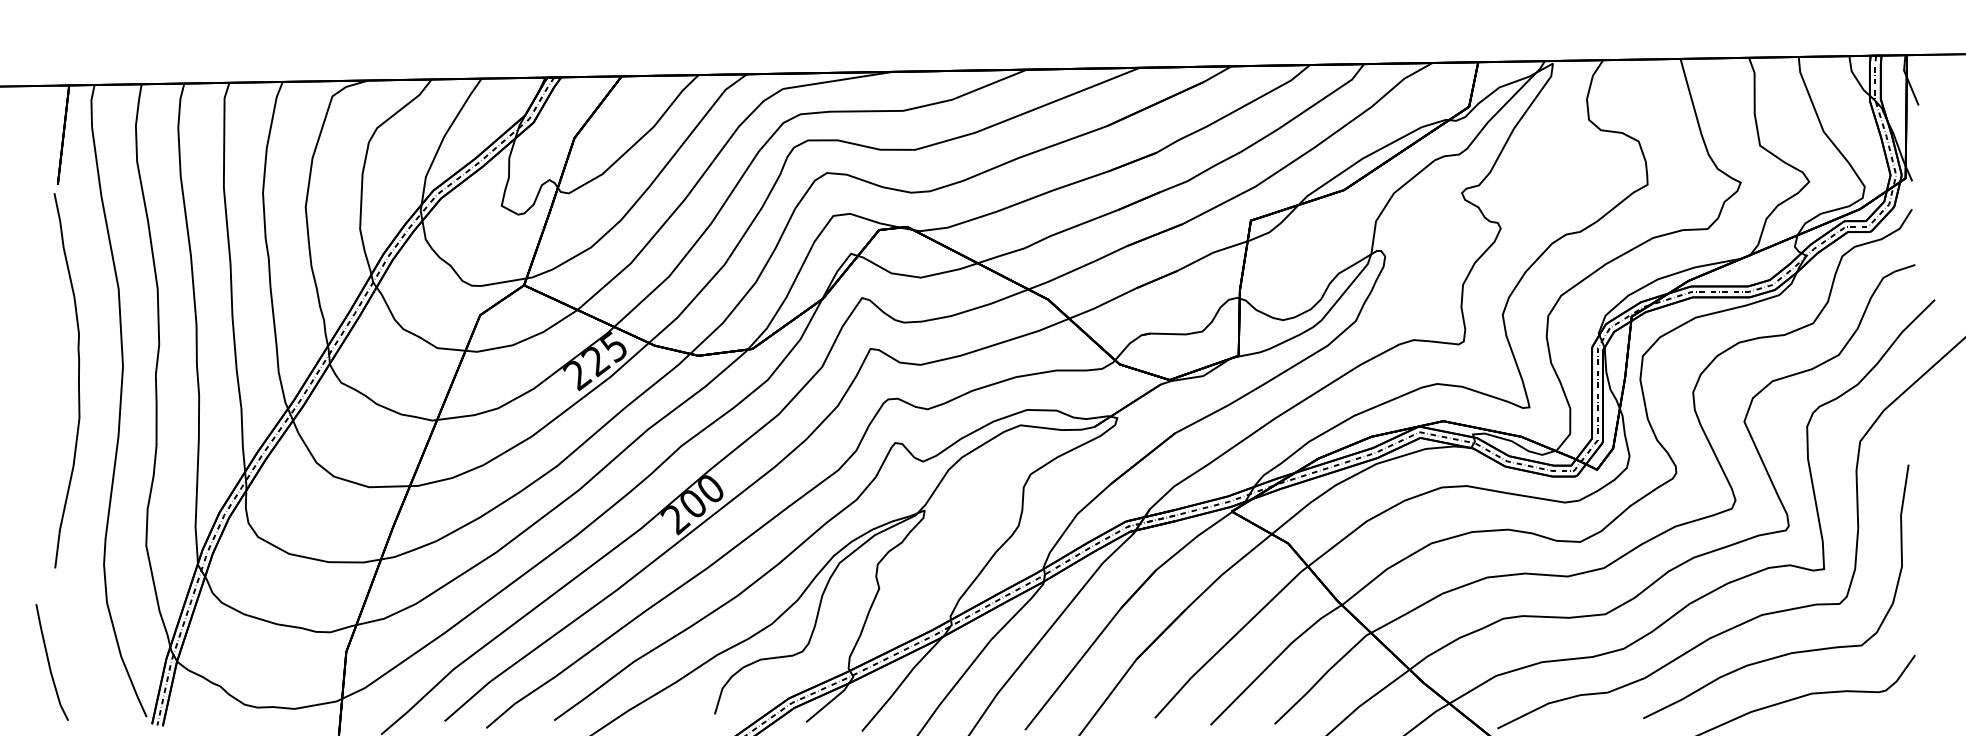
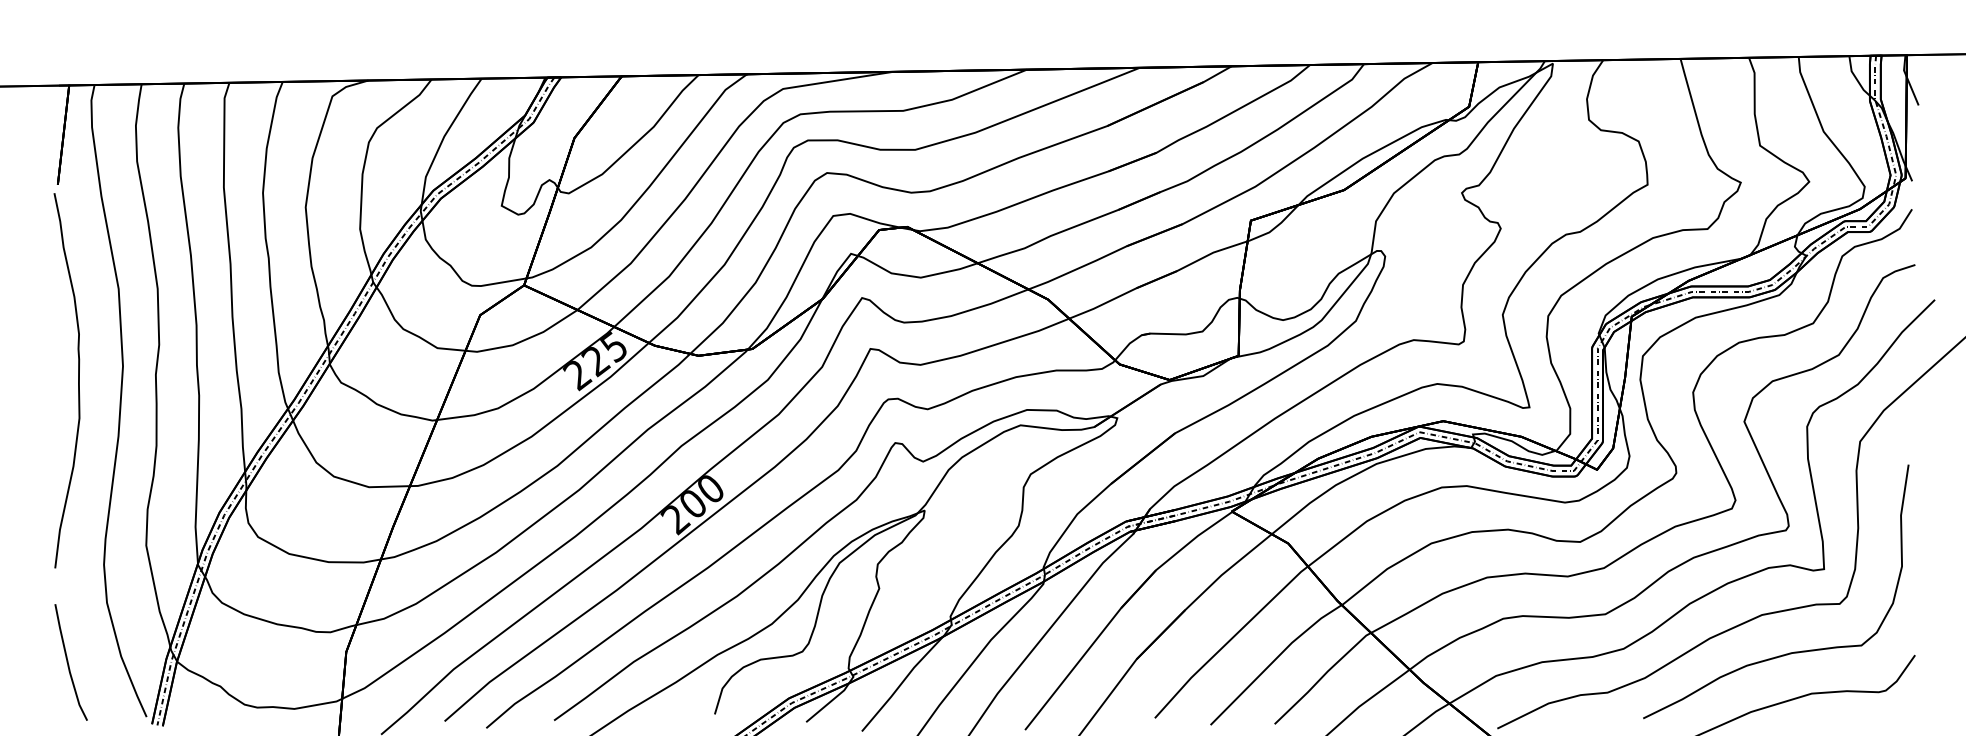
line at (49, 662) position: (49, 662) -> (68, 662)
